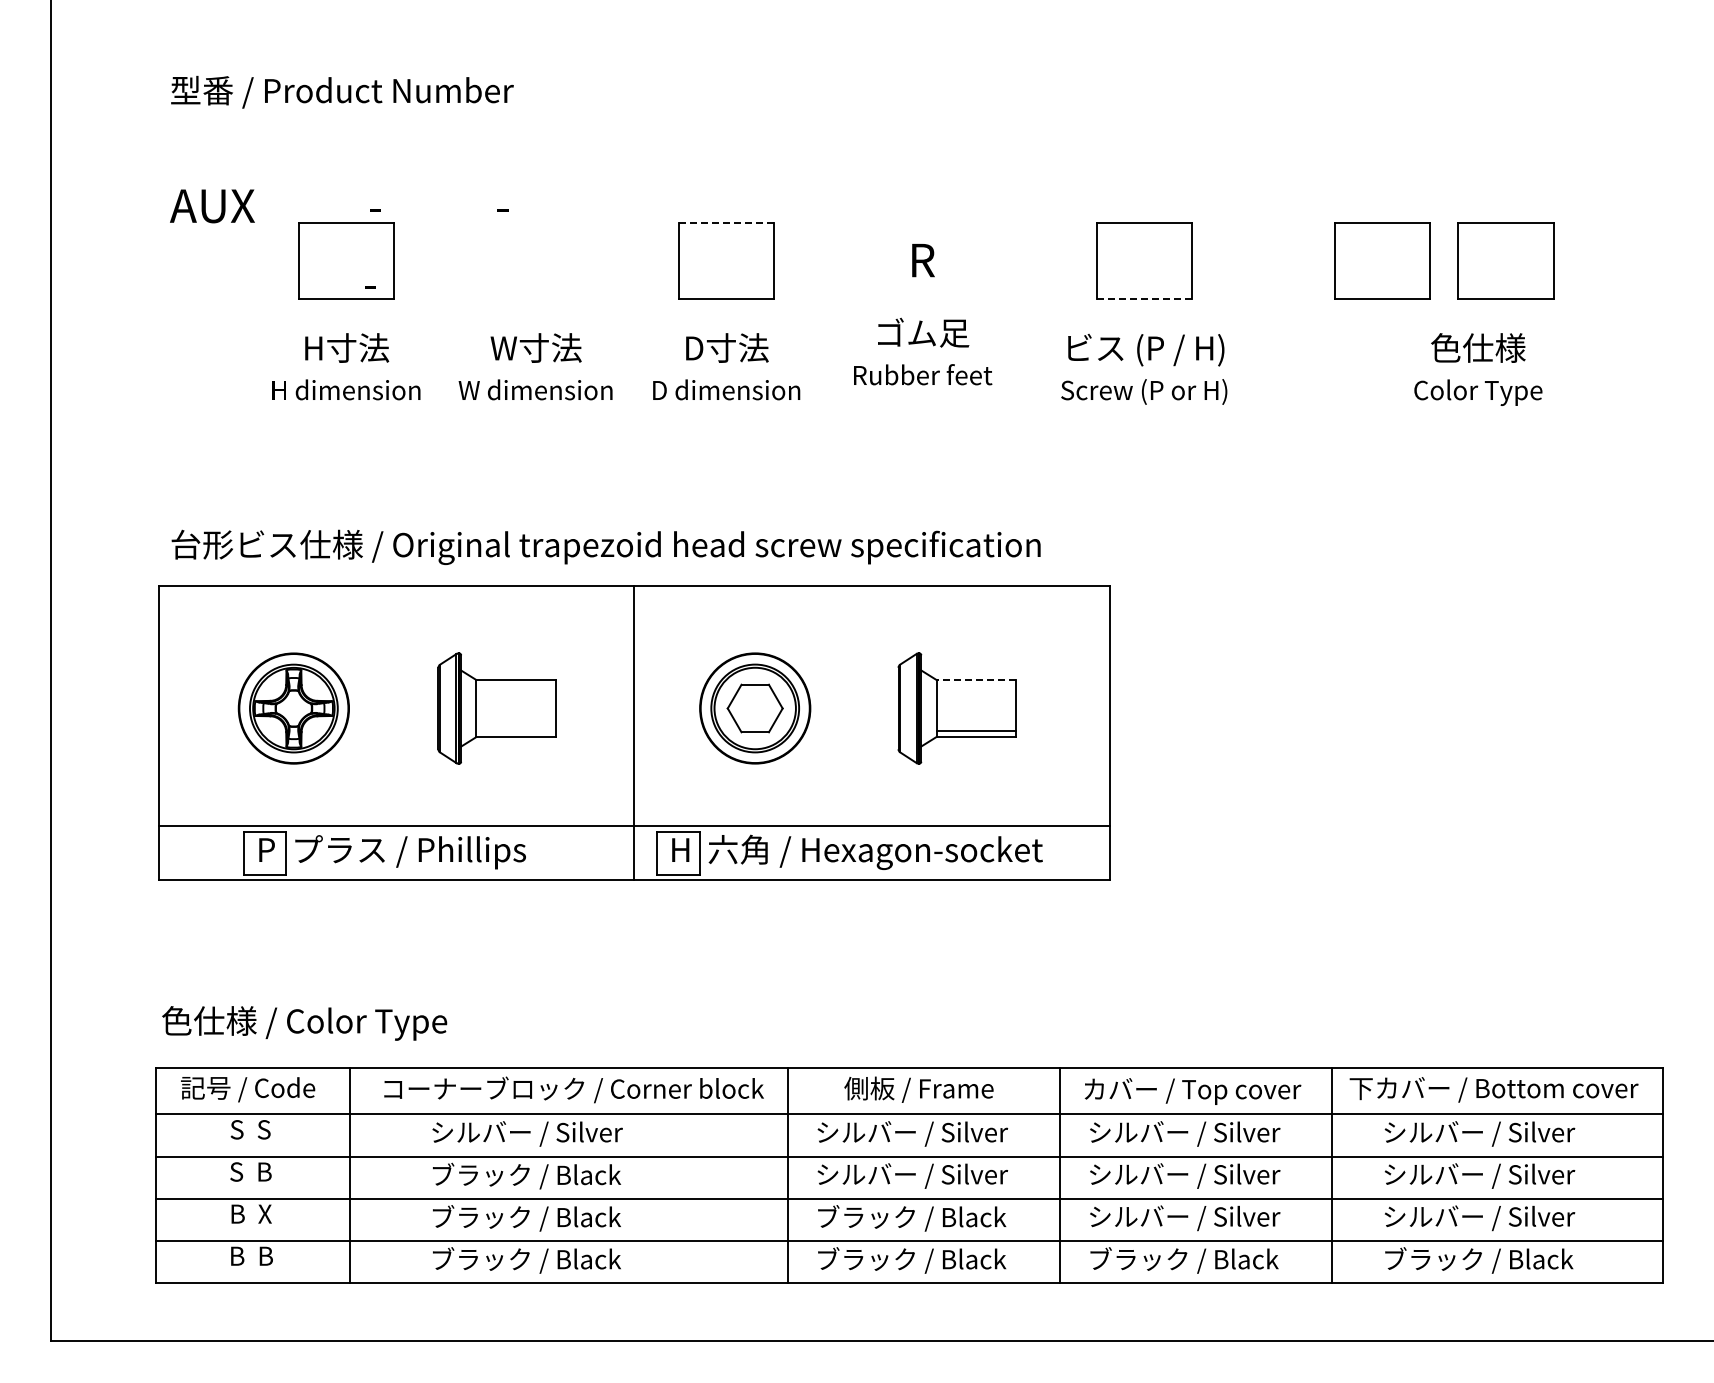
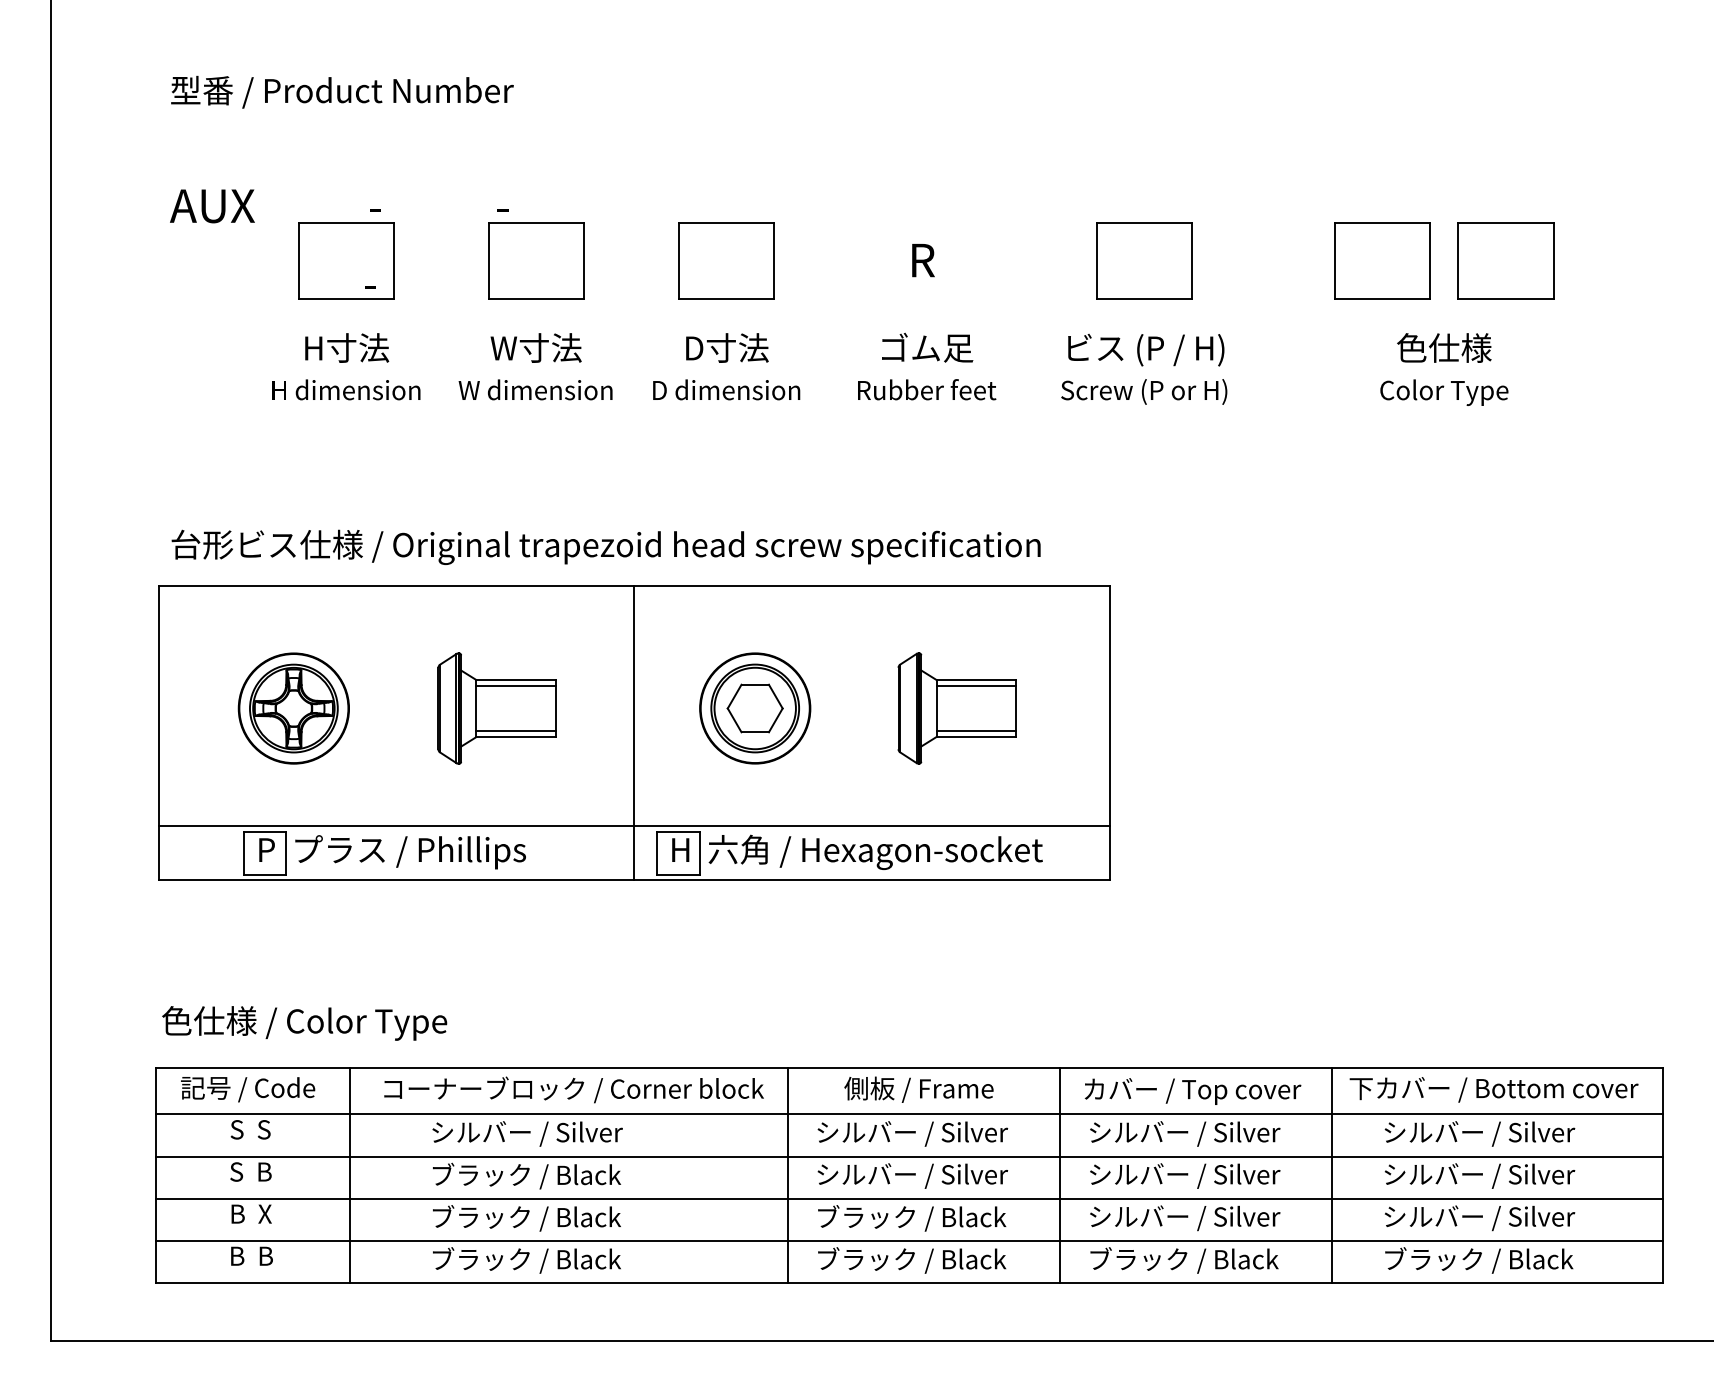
line at (726, 222): dashed -> solid
part at (536, 260): none -> present
line at (1144, 298): dashed -> solid
text at (923, 351) position: (923, 351) -> (927, 366)
text at (1478, 369) position: (1478, 369) -> (1444, 369)
line at (976, 679): dashed -> solid
line at (516, 685): none -> present
line at (976, 685): none -> present
line at (516, 731): none -> present
